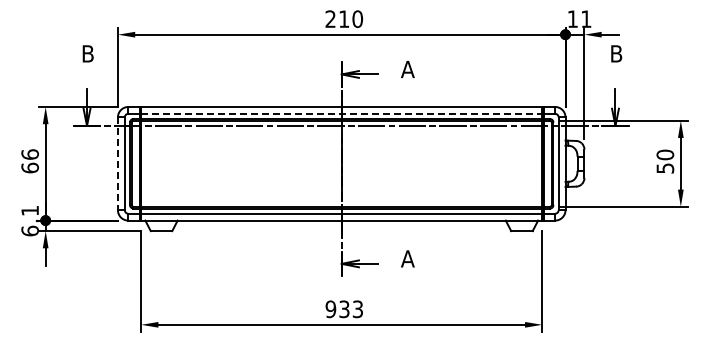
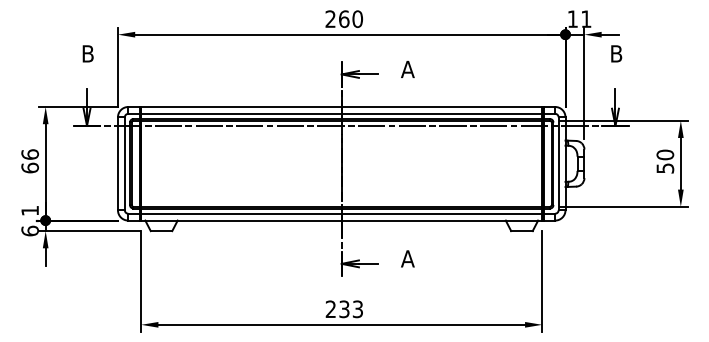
text at (344, 19): 210 -> 260
line at (341, 113): dashed -> solid
line at (117, 164): dashed -> solid
text at (330, 309): 933 -> 233
